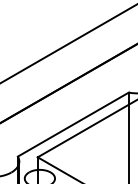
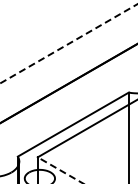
line at (69, 43): solid -> dashed
line at (60, 170): solid -> dashed
